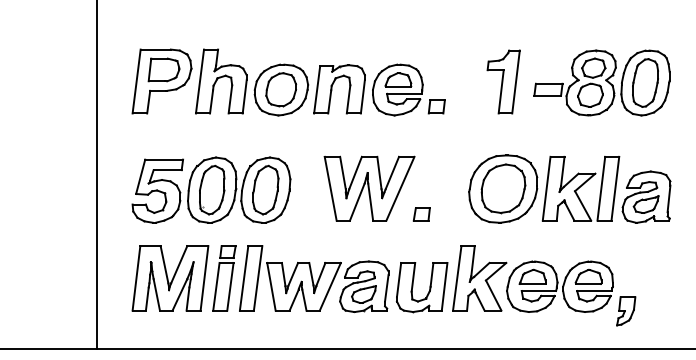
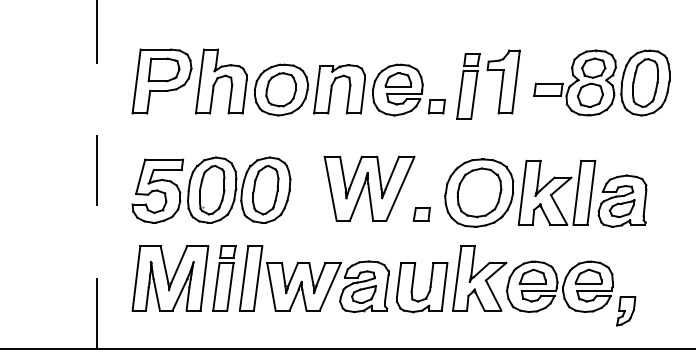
part at (468, 86): none -> present
line at (96, 174): solid -> dashed
part at (569, 188) position: (569, 188) -> (545, 192)
